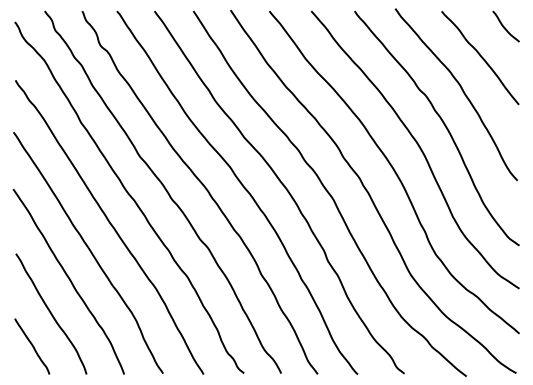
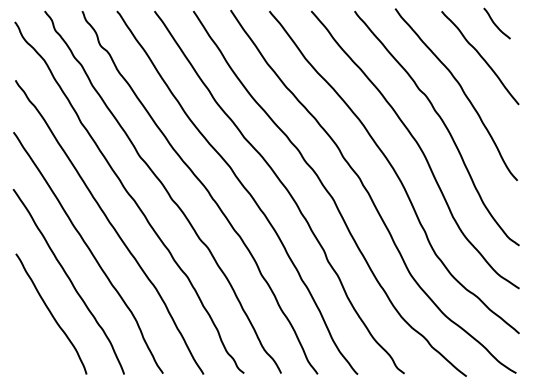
curve at (504, 26) position: (504, 26) -> (495, 23)
curve at (32, 346): present -> none
